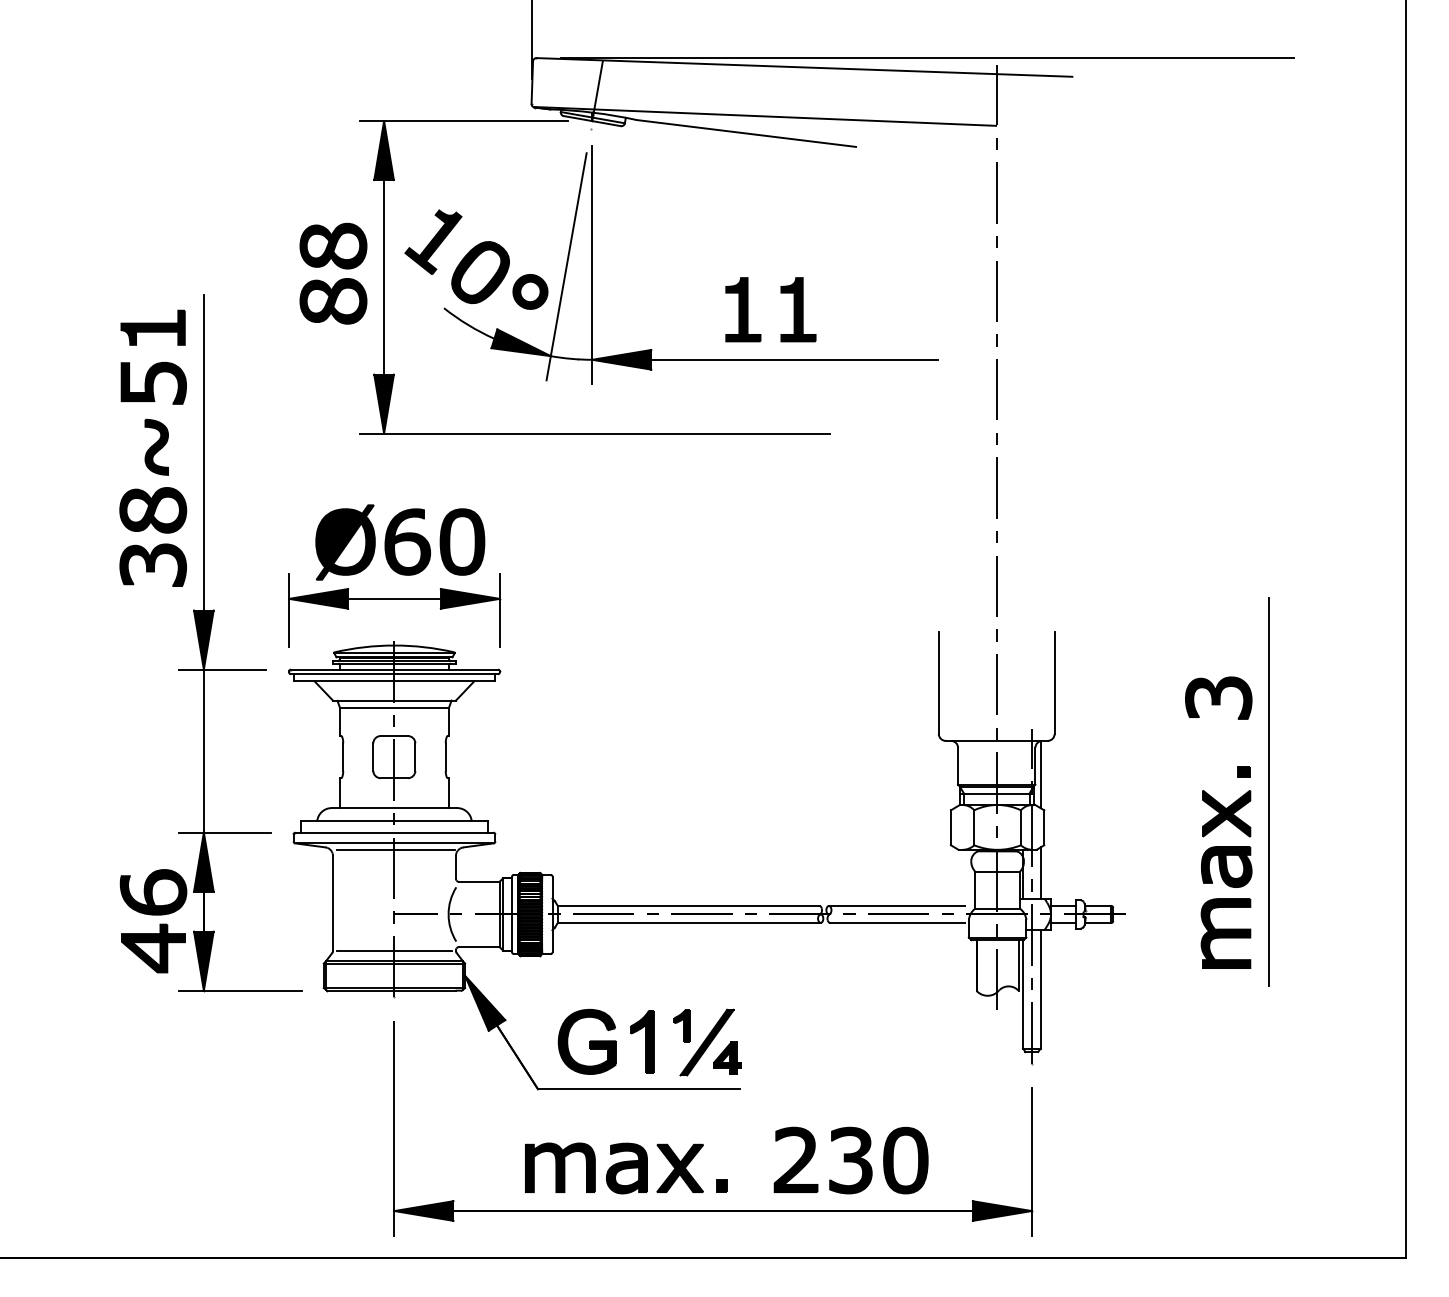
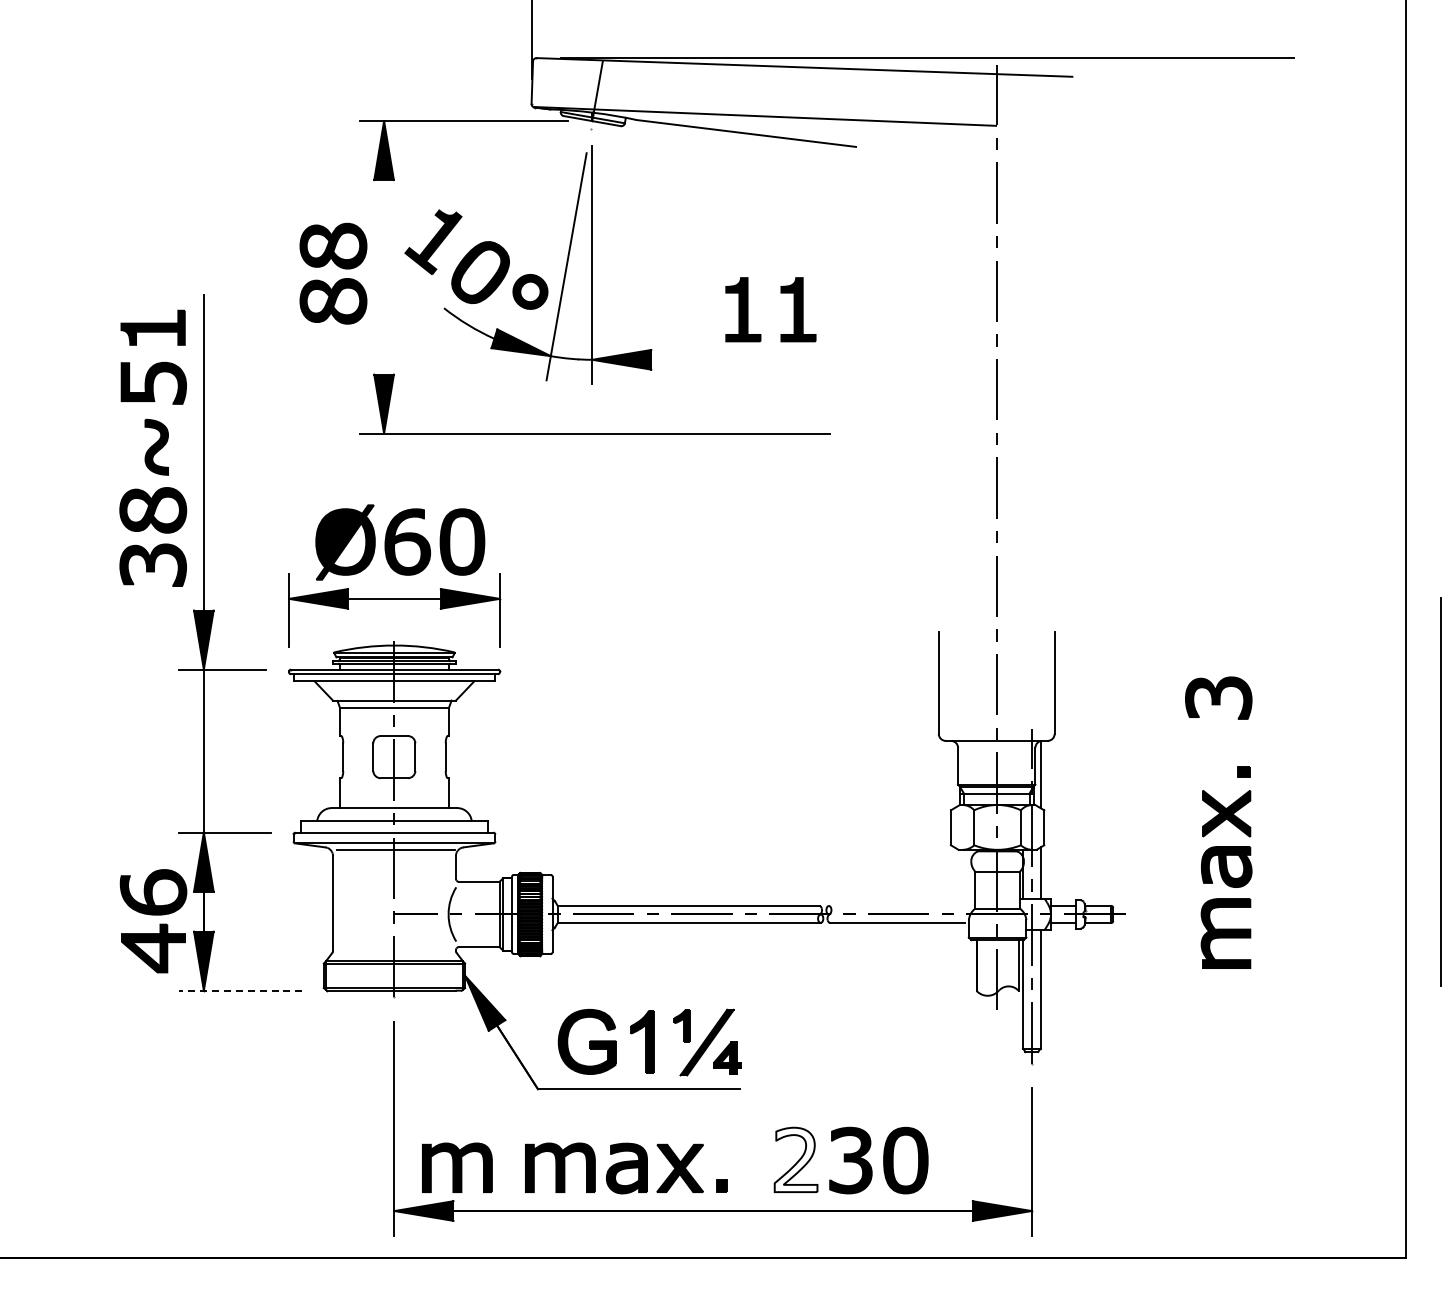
line at (384, 277): present -> none
line at (794, 359): present -> none
line at (1268, 791) position: (1268, 791) -> (1440, 791)
line at (896, 906): present -> none
line at (394, 950): present -> none
line at (240, 990): solid -> dashed
fill at (795, 1159): present -> none
part at (457, 1167): none -> present
